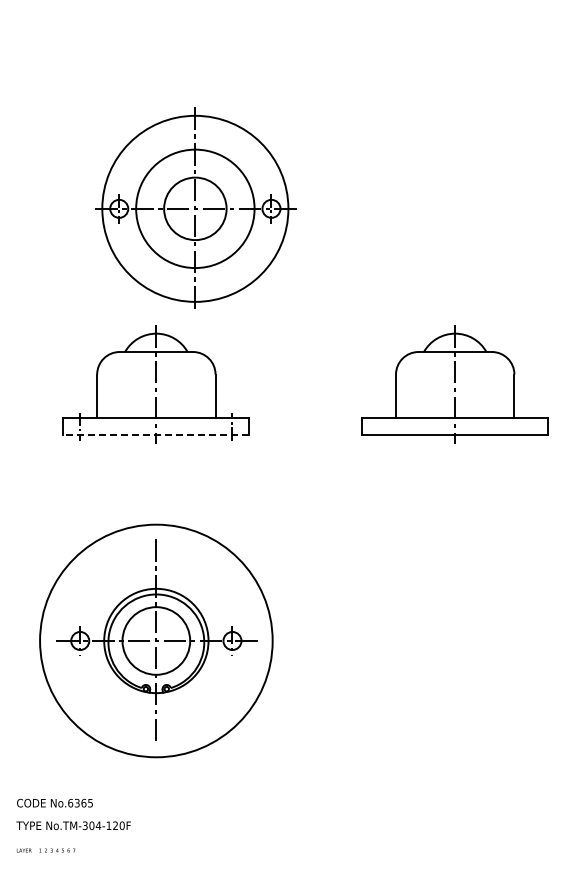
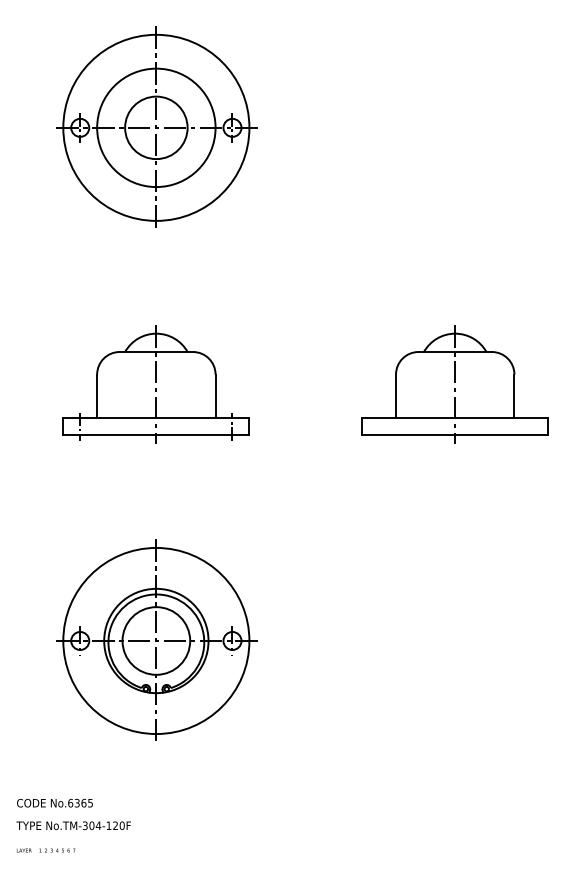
part at (195, 207) position: (195, 207) -> (156, 126)
line at (155, 435): dashed -> solid
circle at (156, 640) diameter: 233 px -> 186 px
